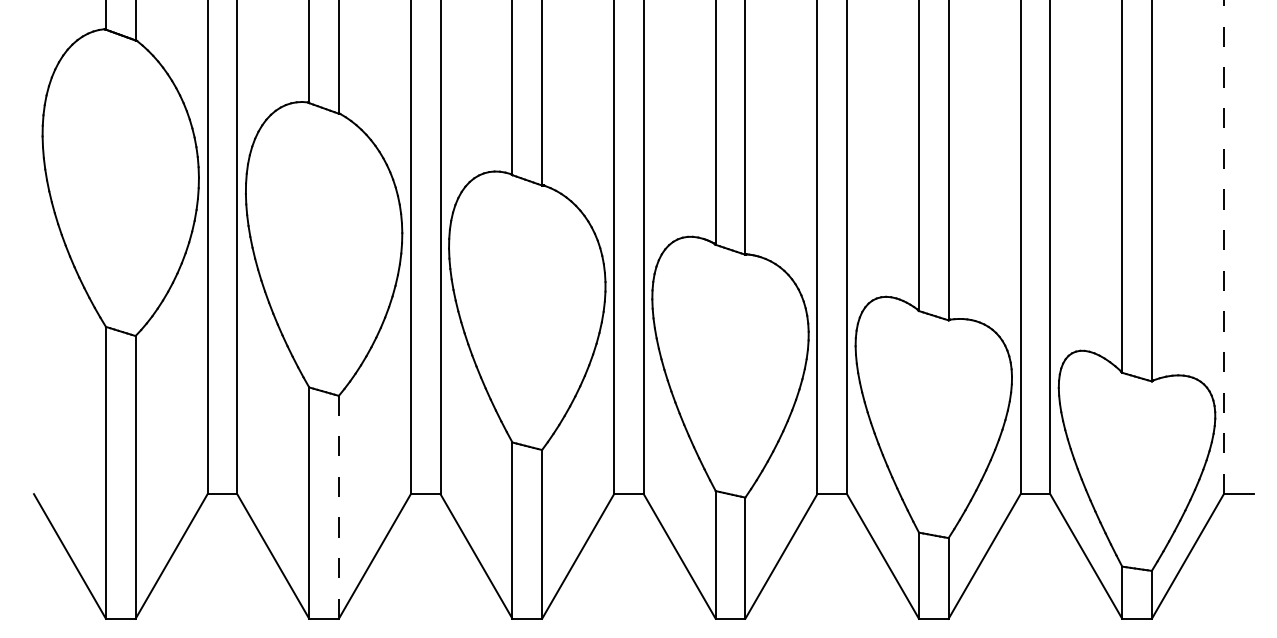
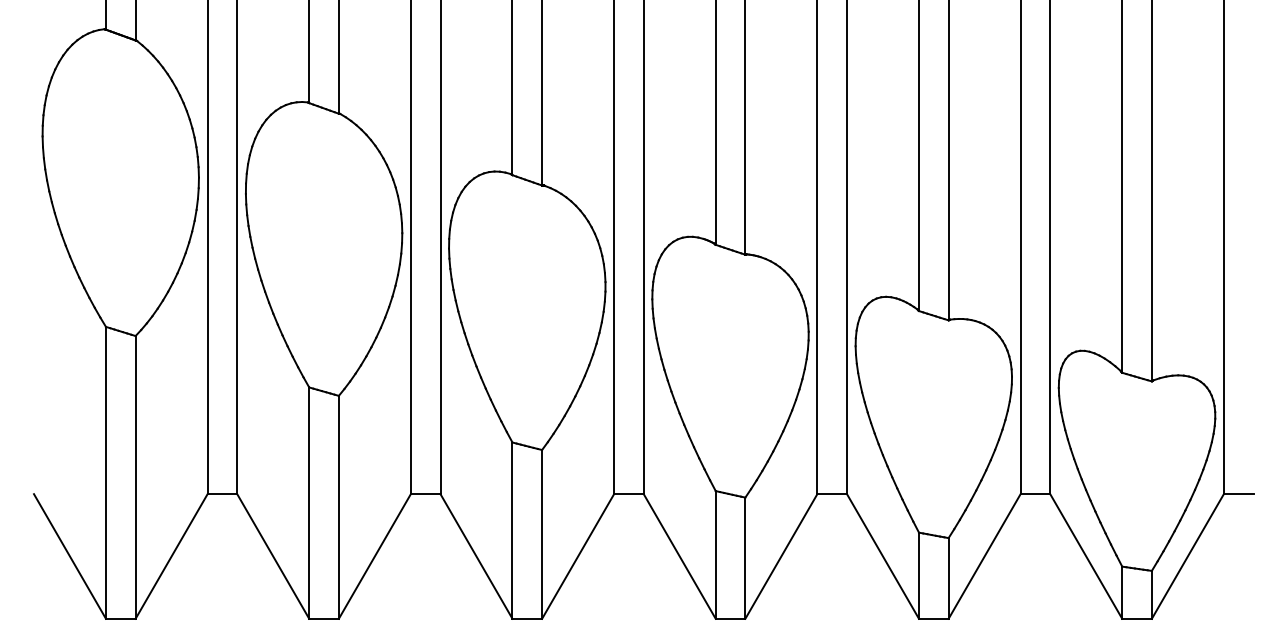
line at (1223, 247): dashed -> solid
line at (338, 506): dashed -> solid
